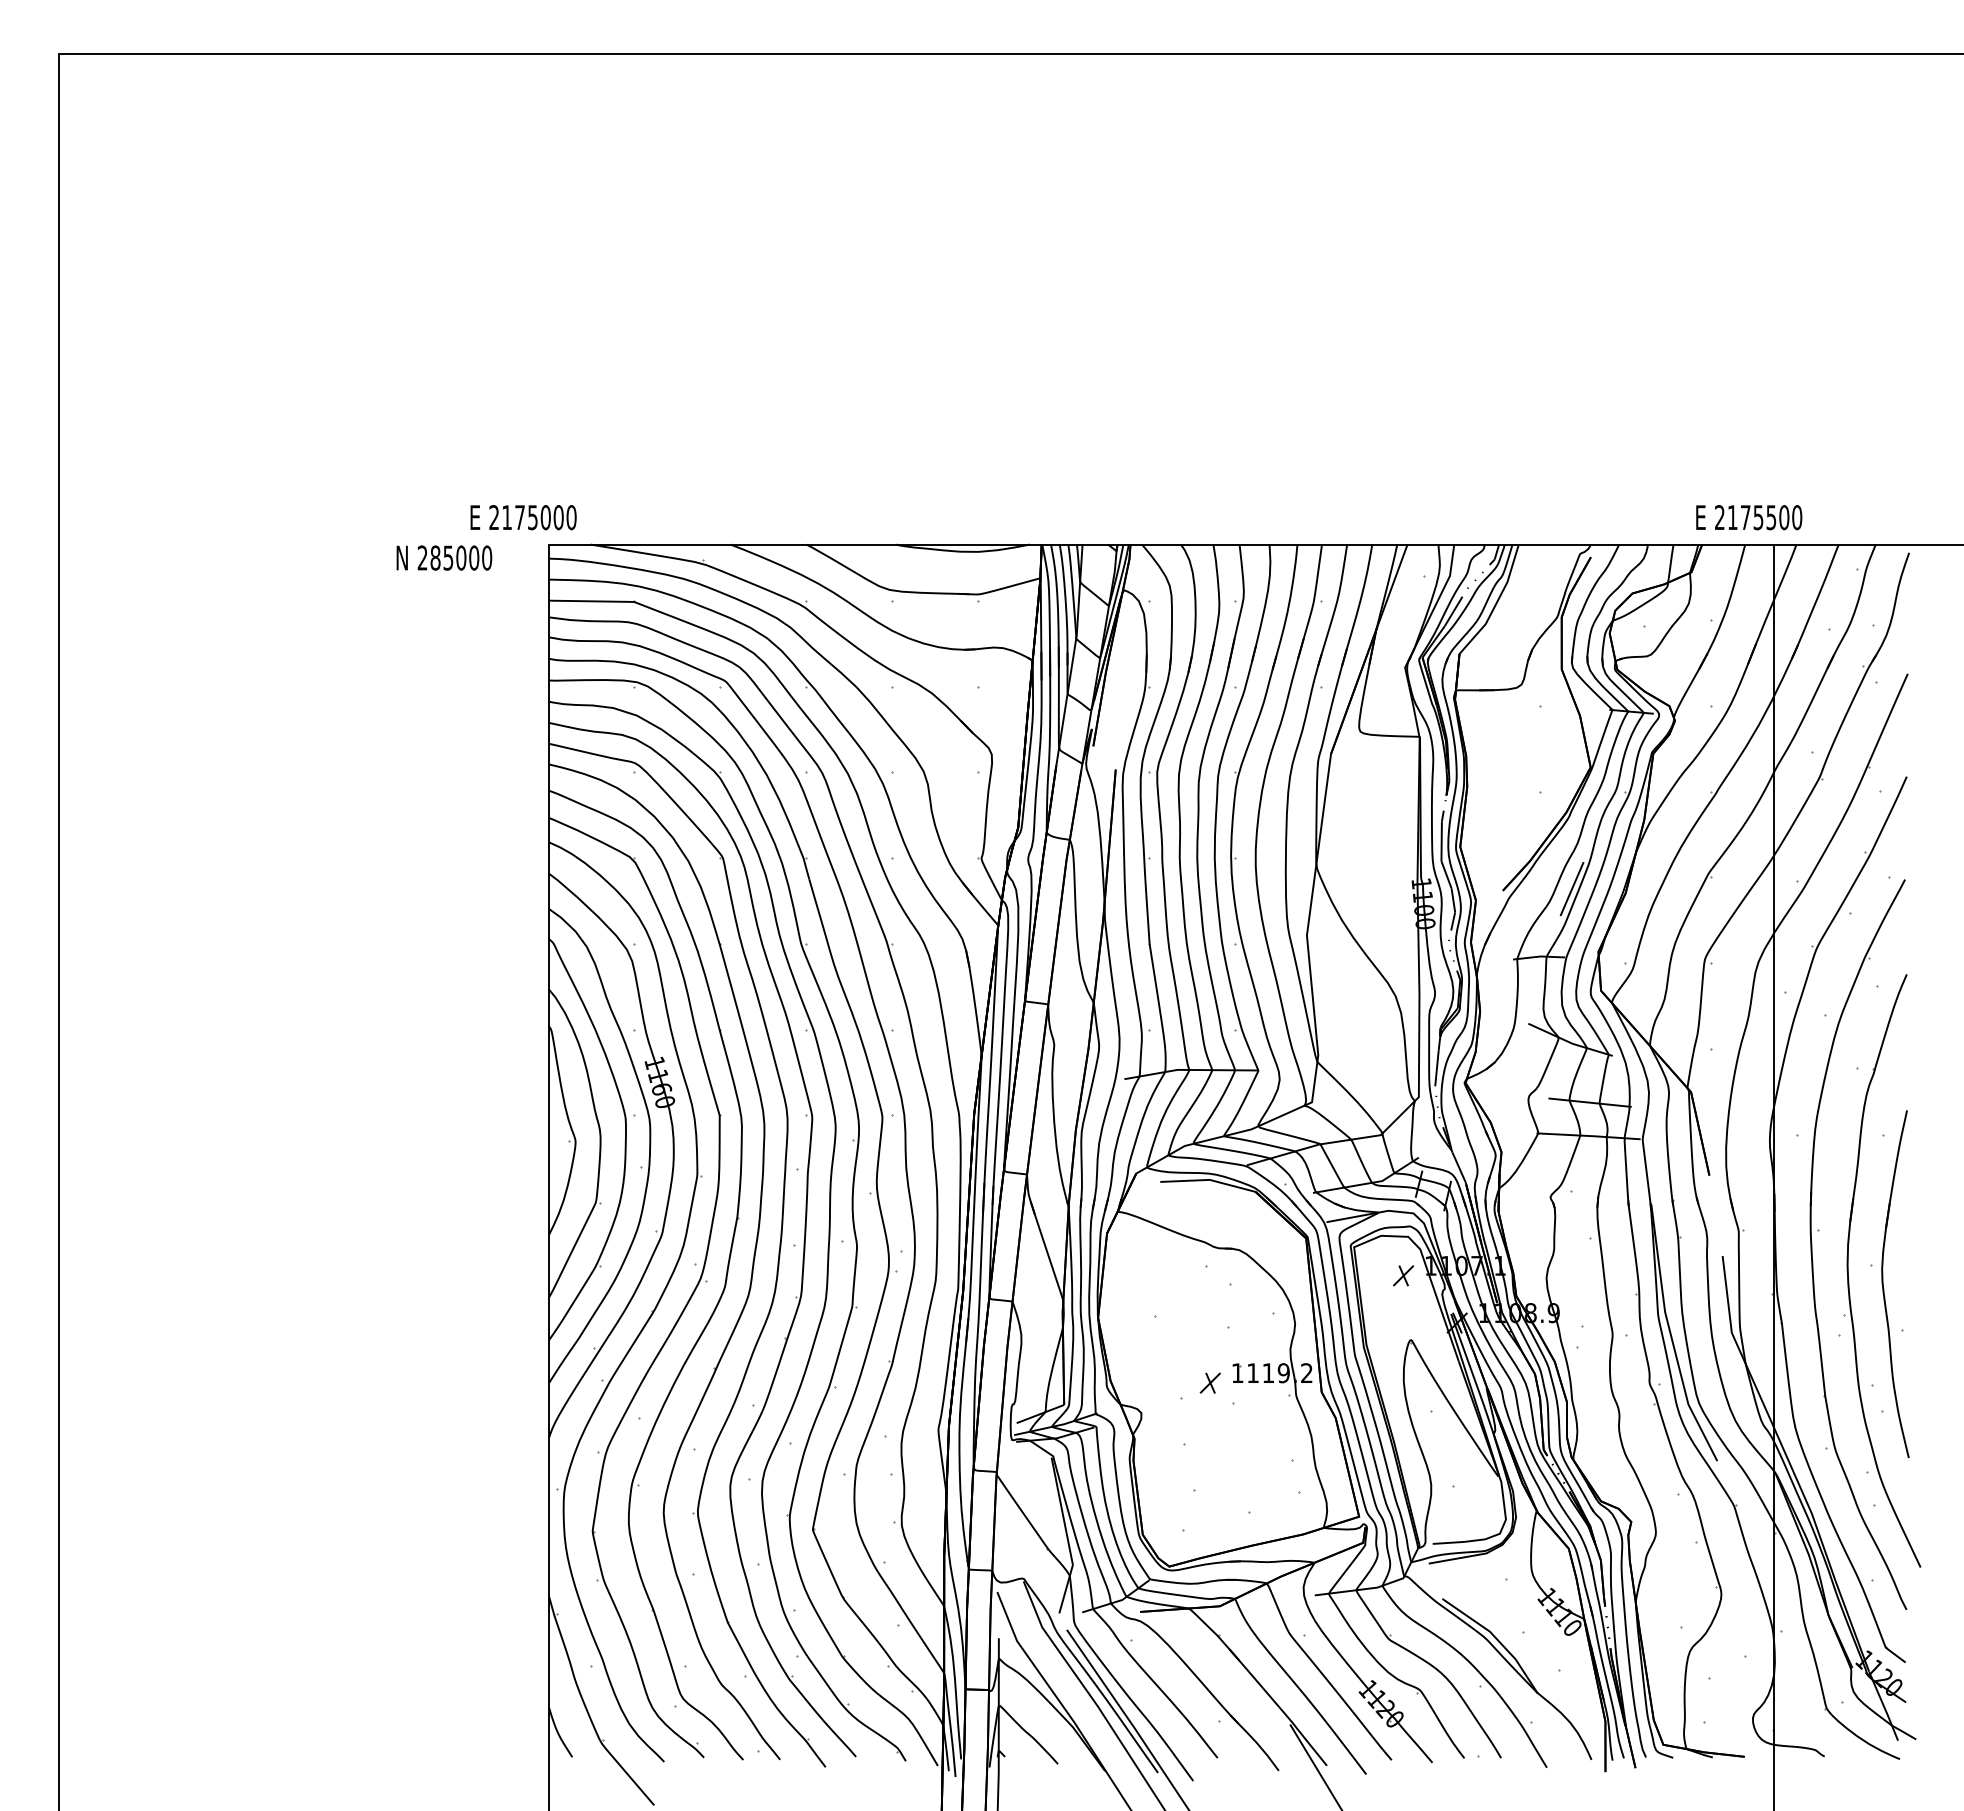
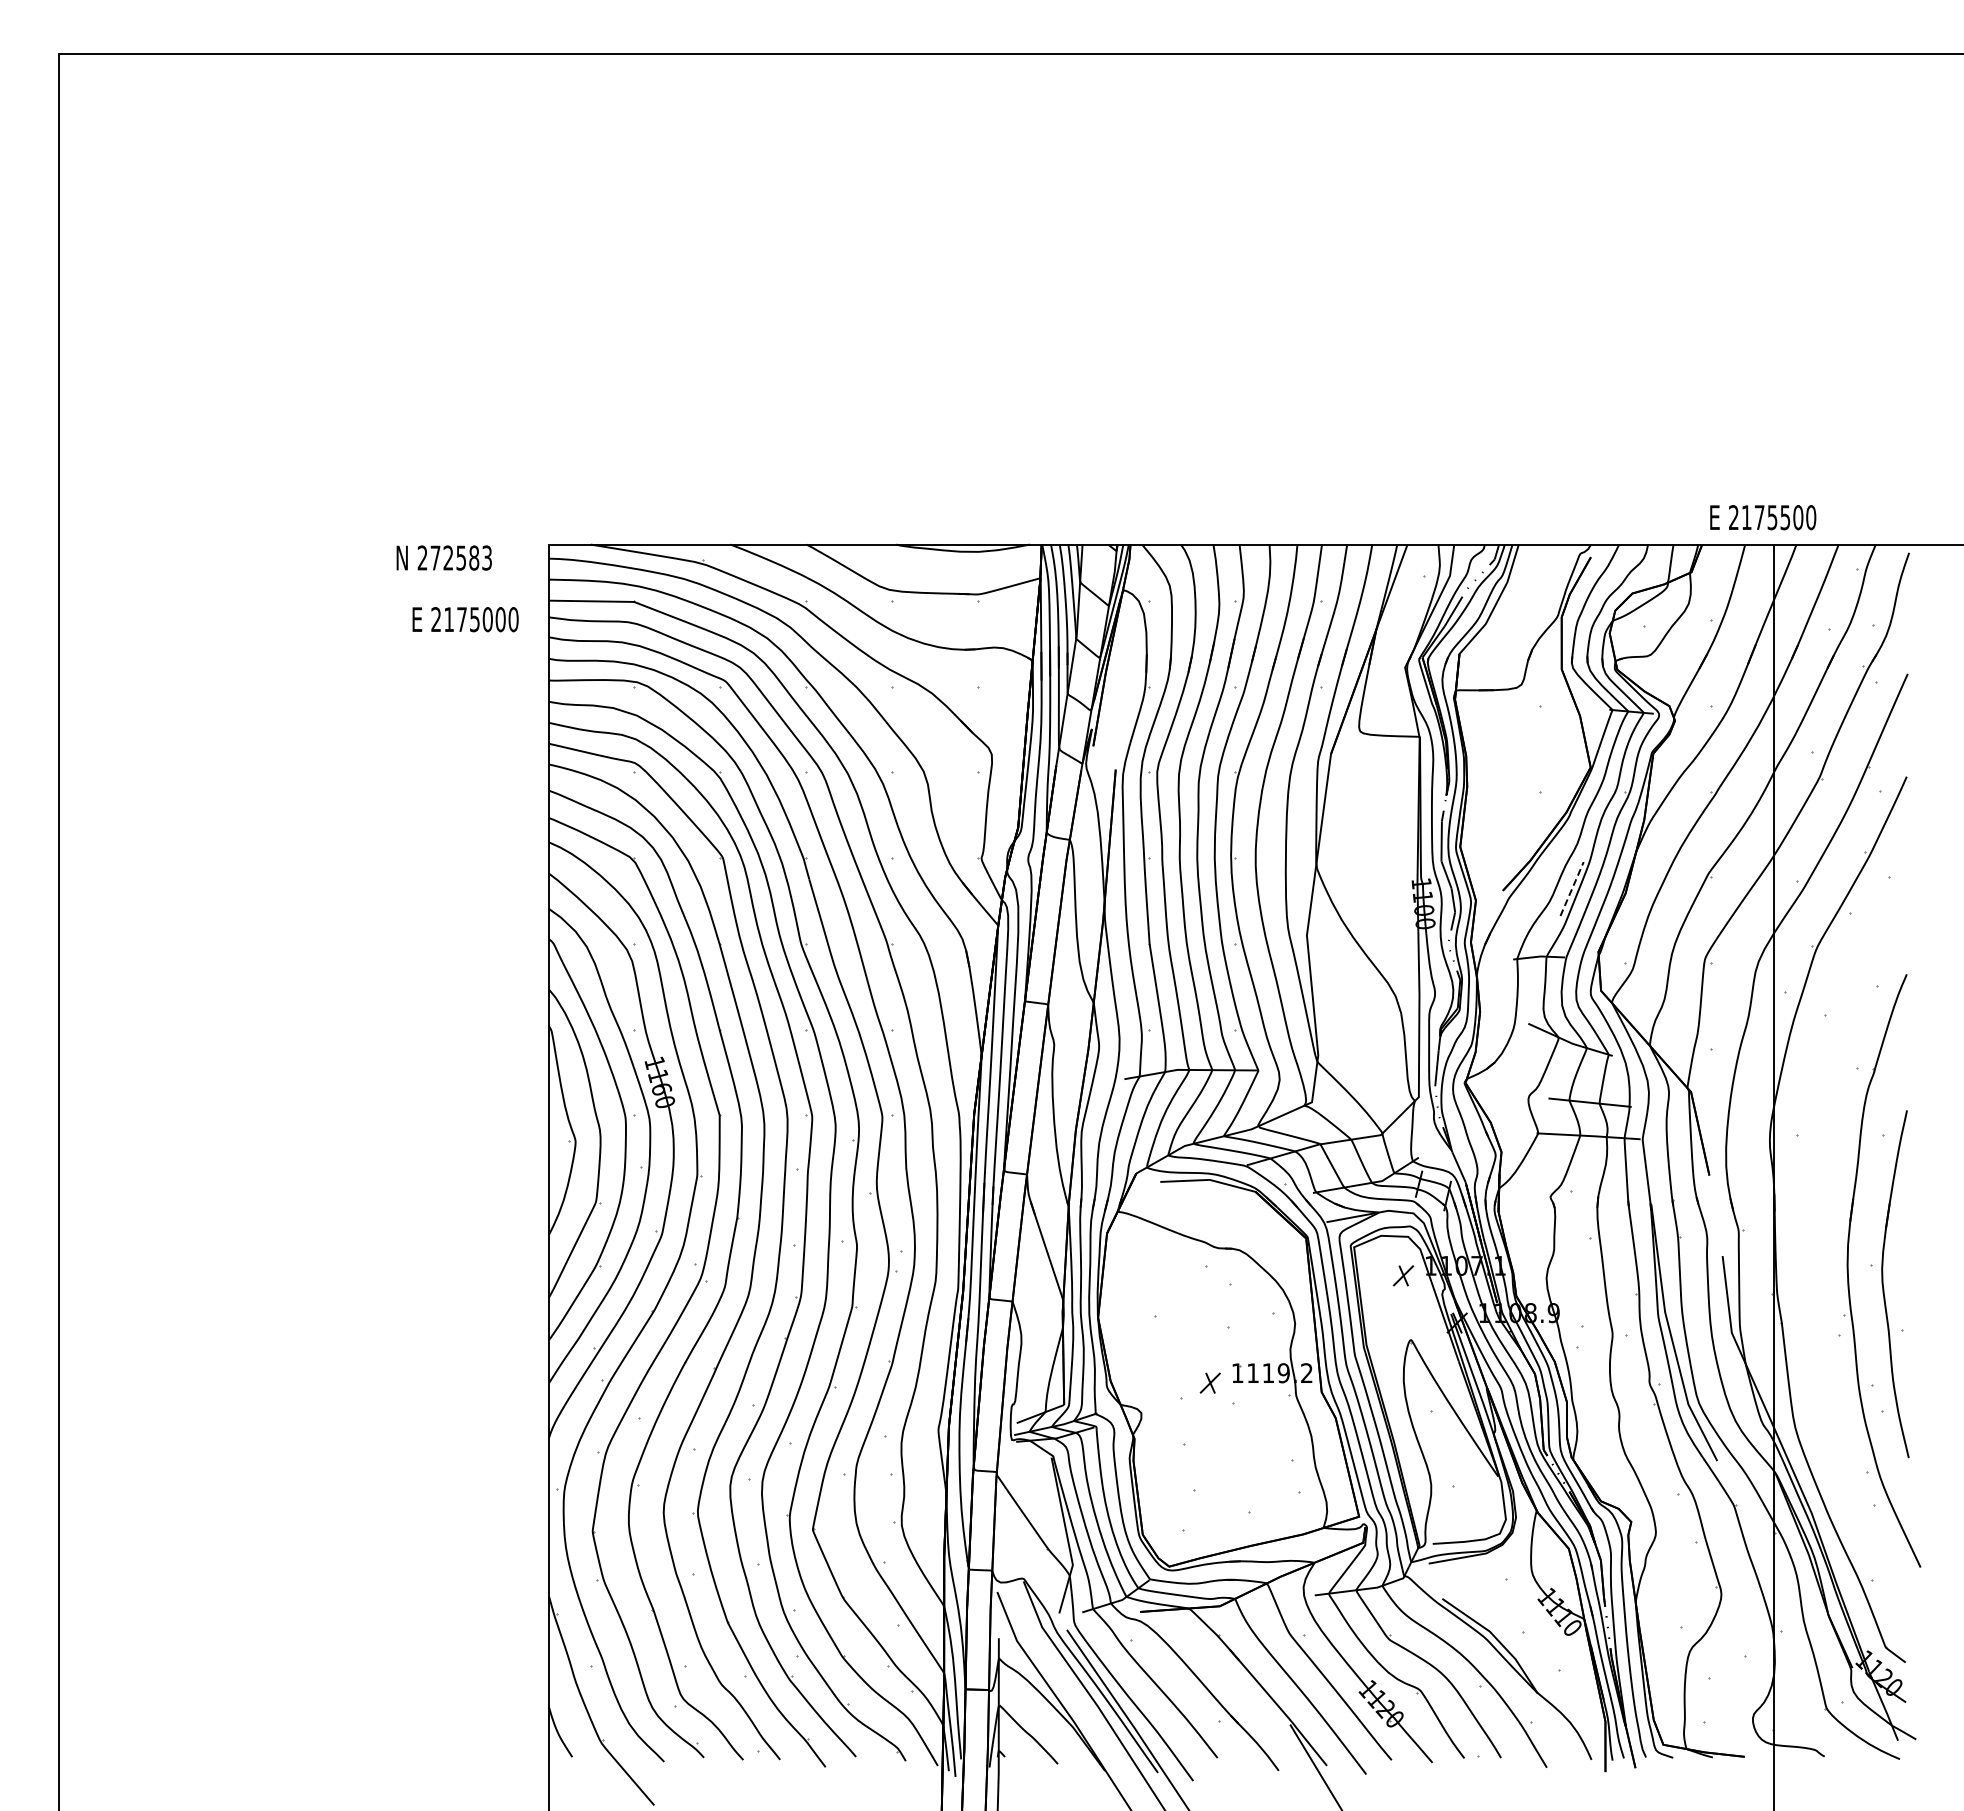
text at (523, 517) position: (523, 517) -> (465, 619)
text at (1749, 517) position: (1749, 517) -> (1763, 517)
text at (461, 557): 285000 -> 272583
line at (1572, 888): solid -> dashed
part at (1819, 1230): present -> none
